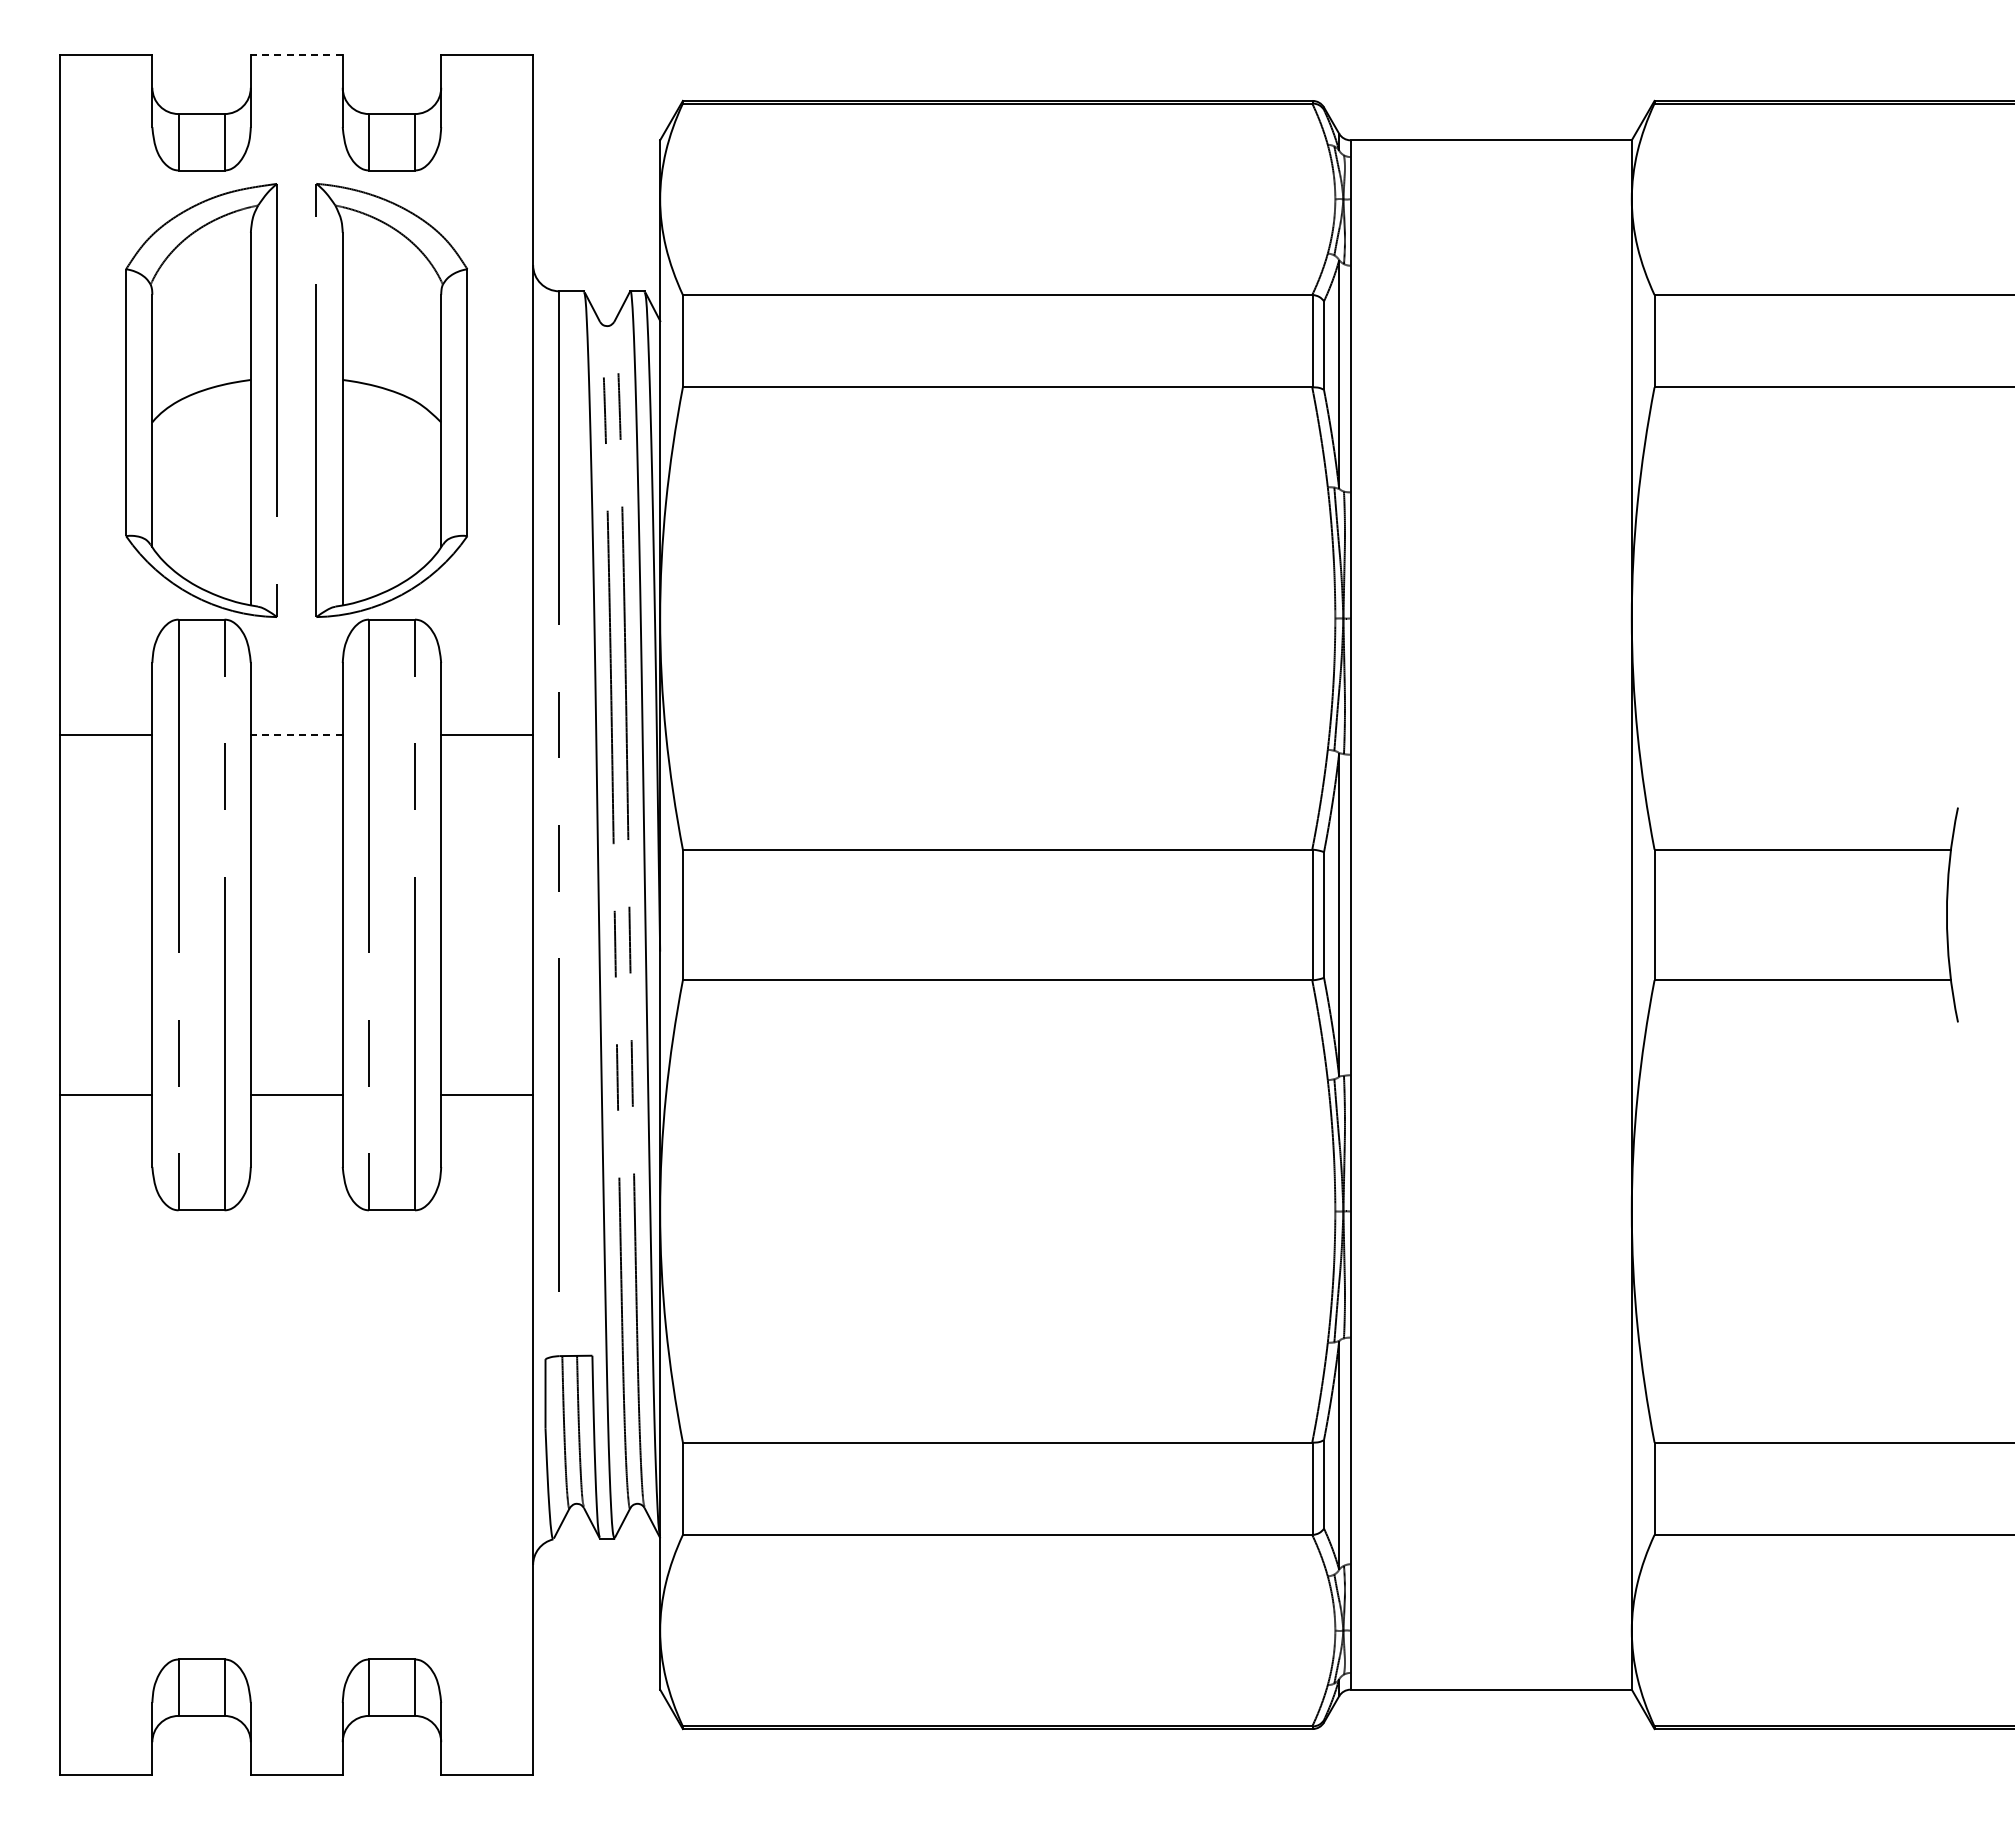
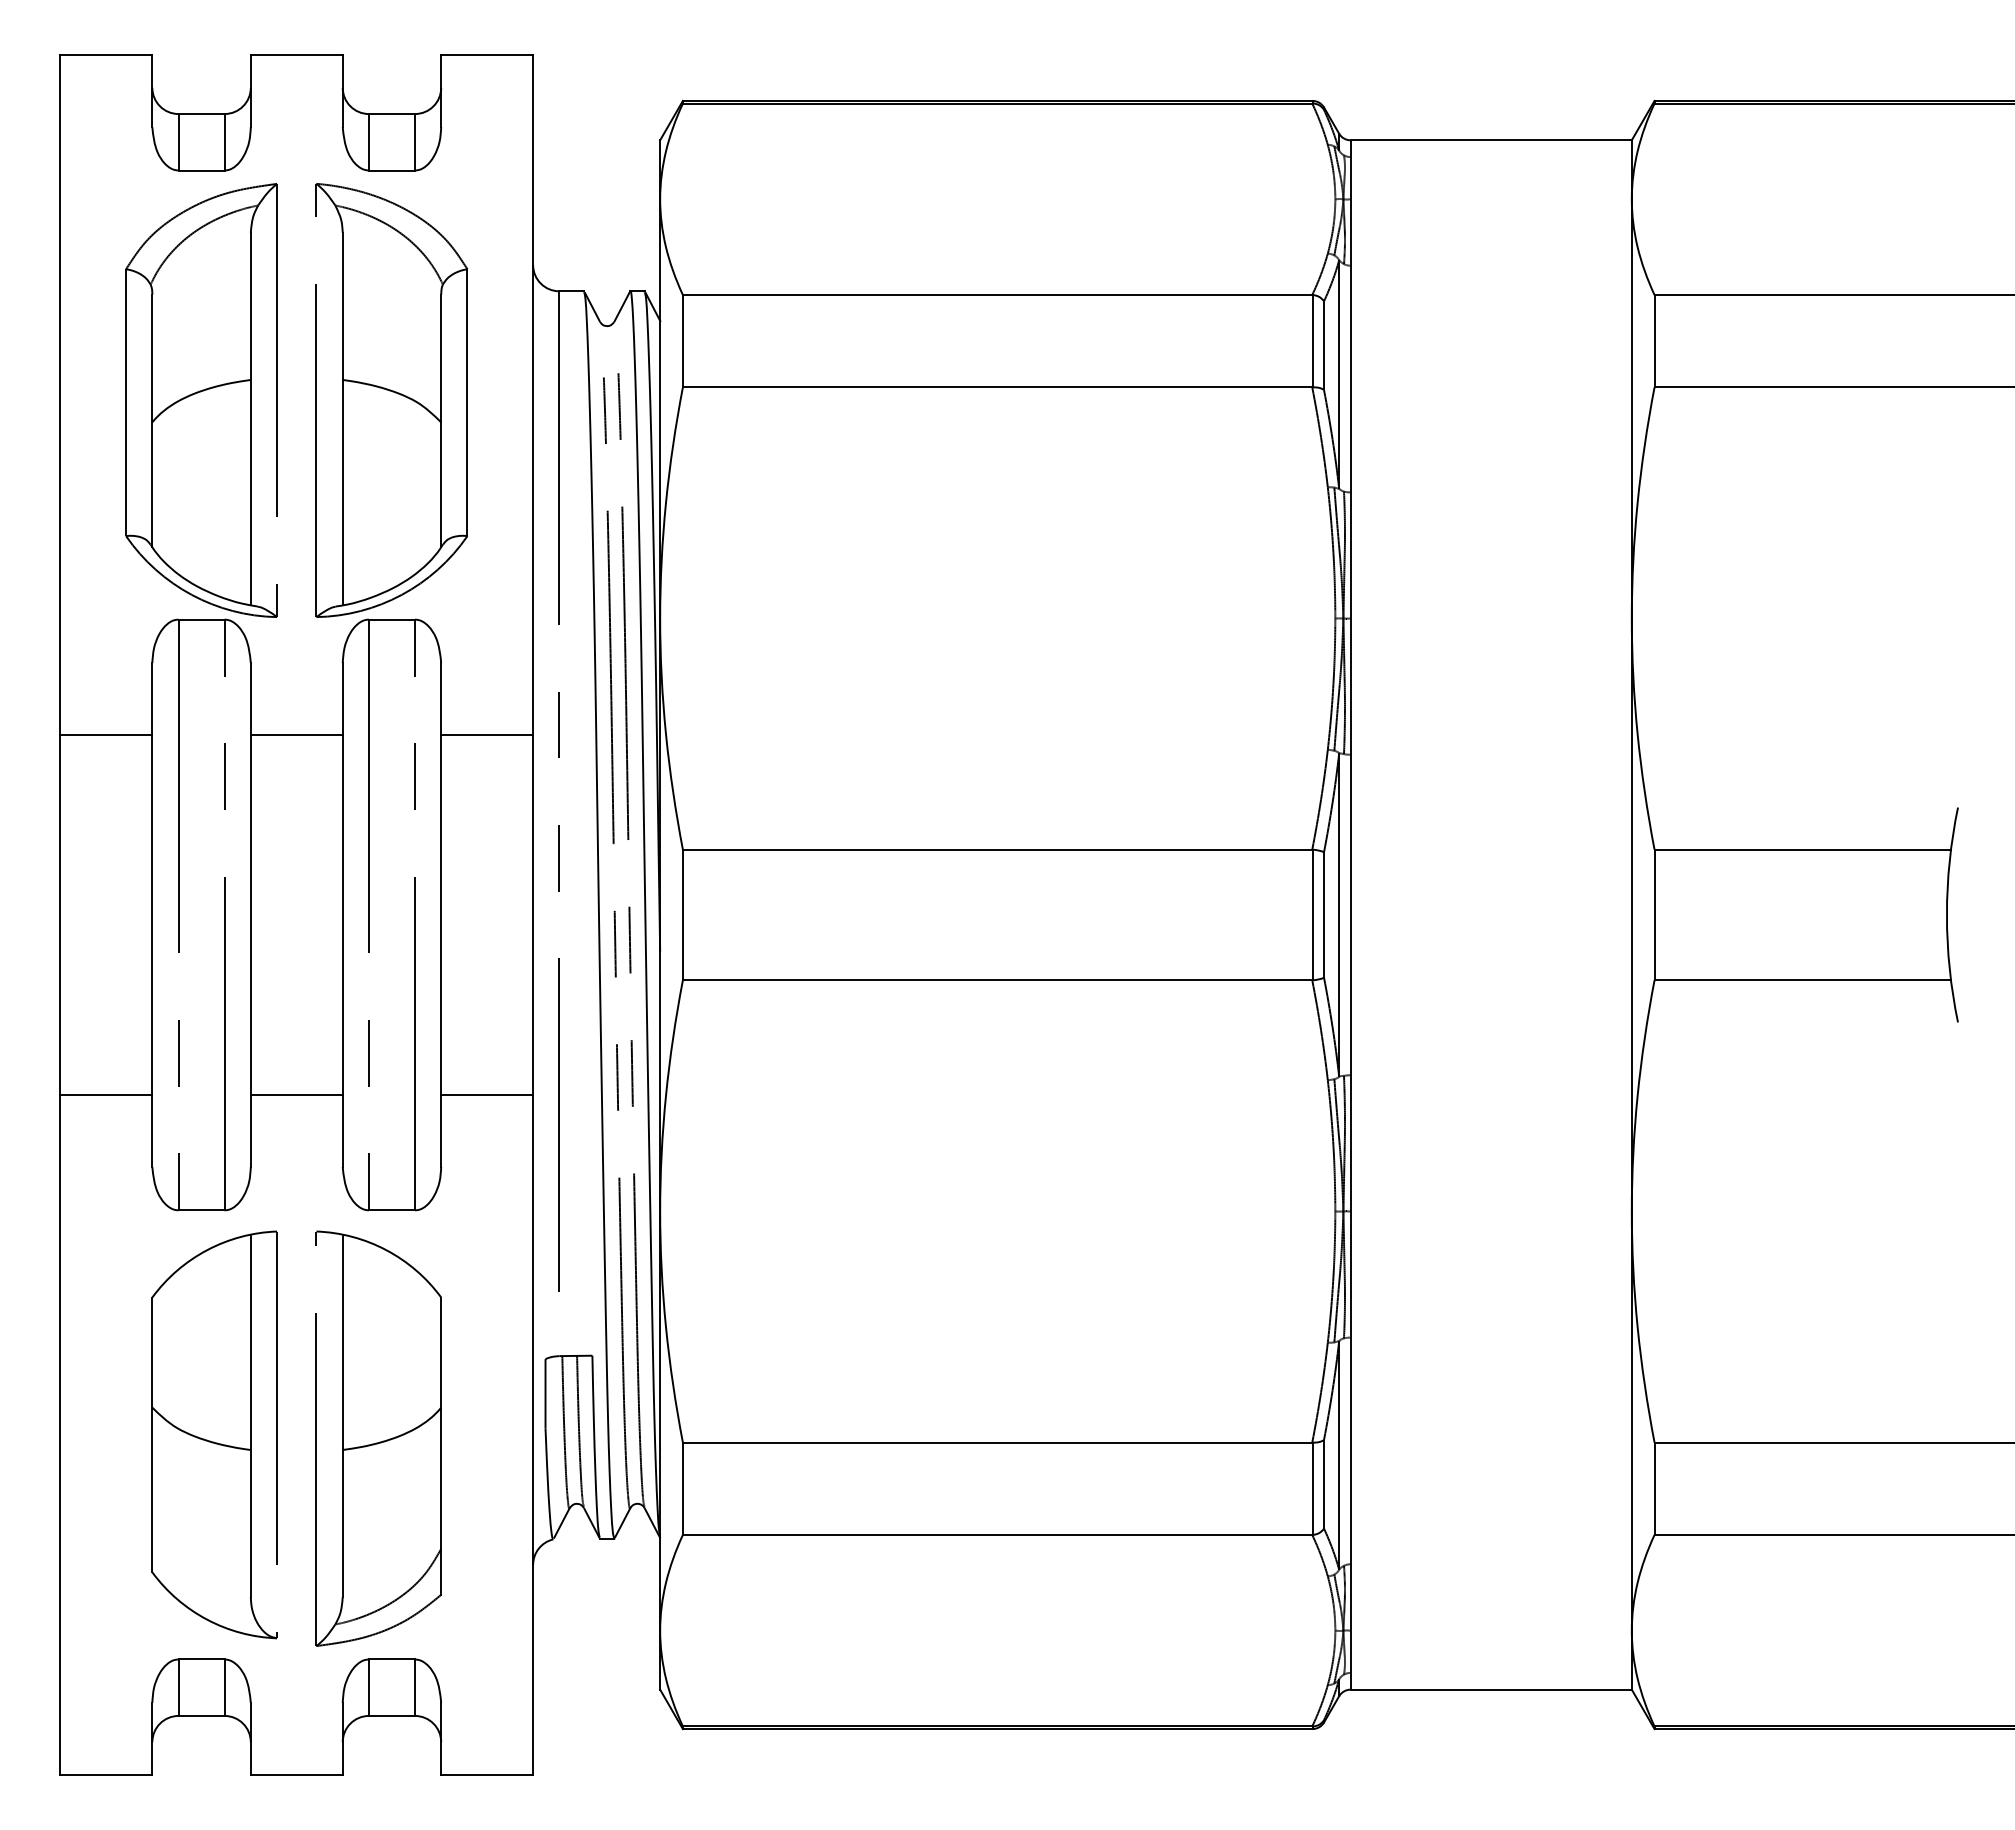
line at (296, 54): dashed -> solid
line at (296, 735): dashed -> solid
part at (214, 1434): none -> present
part at (378, 1438): none -> present
